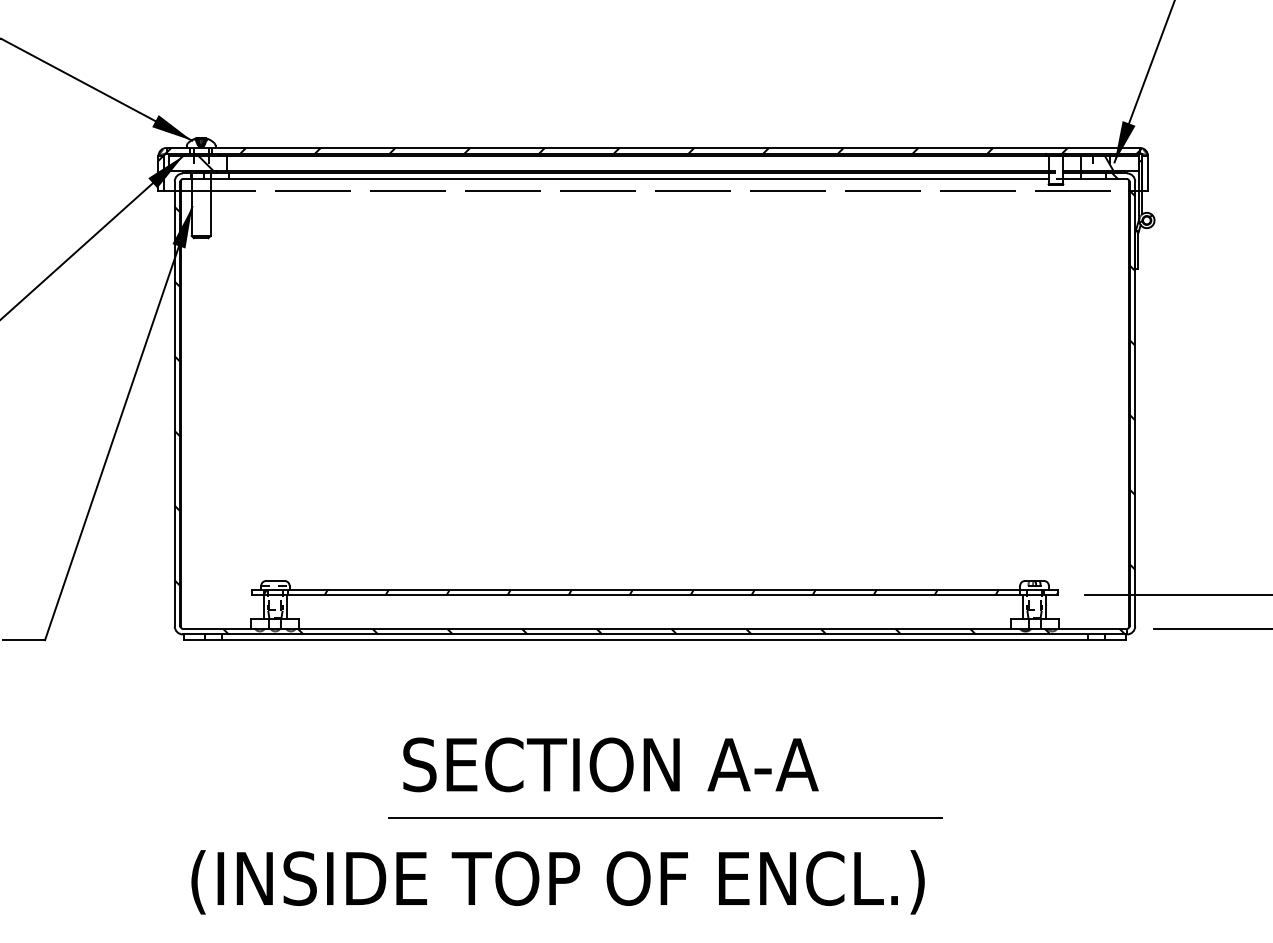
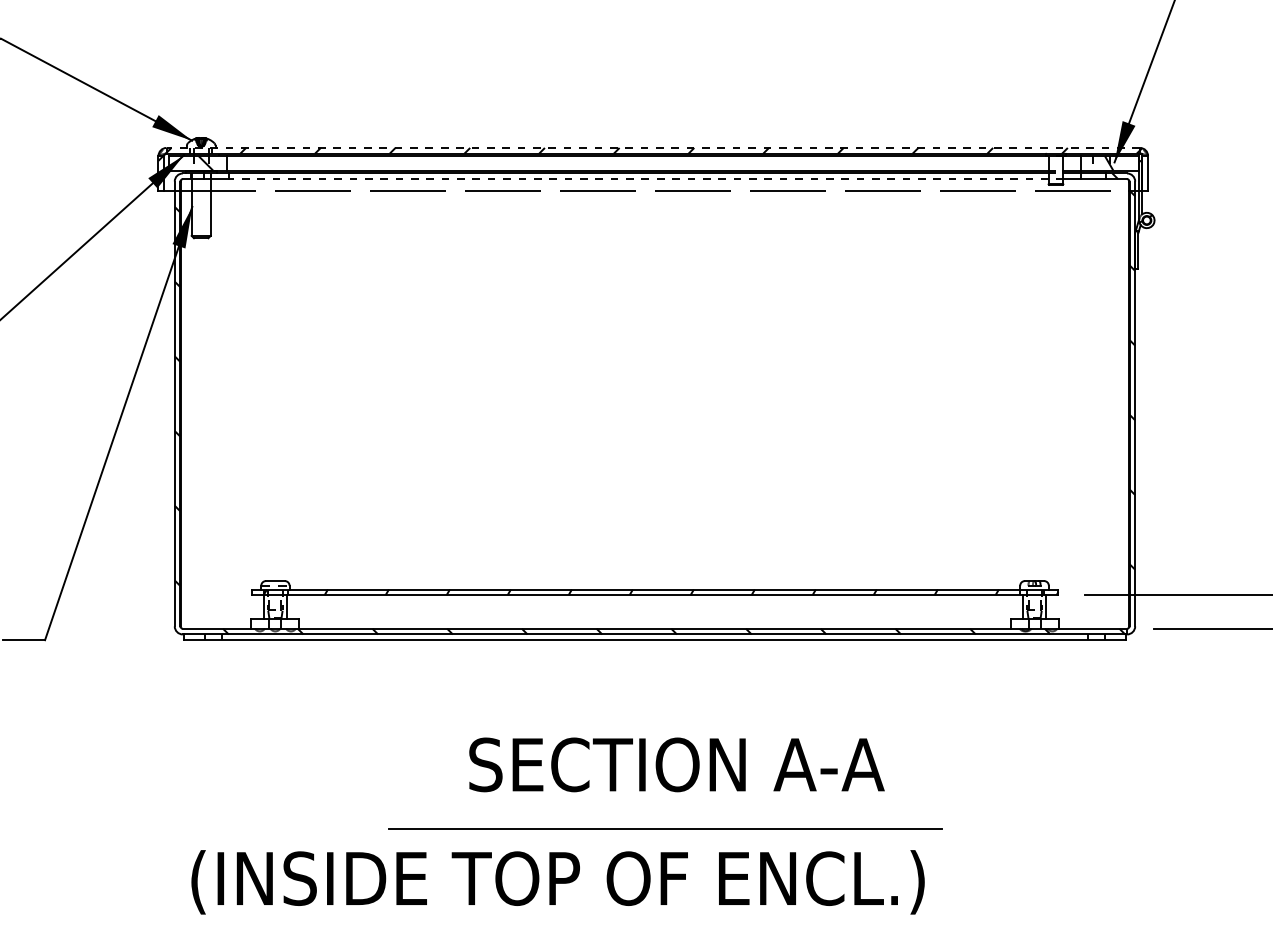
line at (653, 147): solid -> dashed
line at (638, 179): solid -> dashed
text at (610, 764) position: (610, 764) -> (676, 764)
line at (665, 817) position: (665, 817) -> (665, 828)
